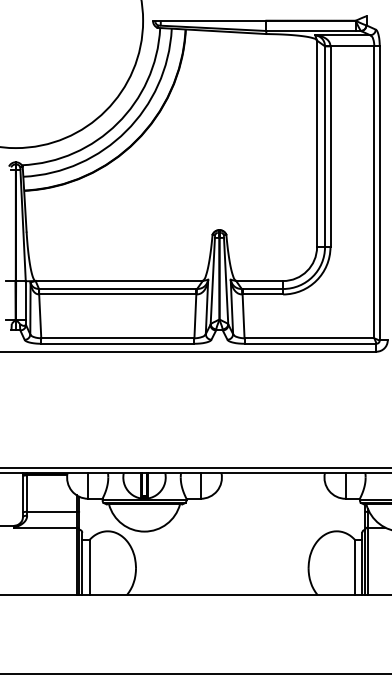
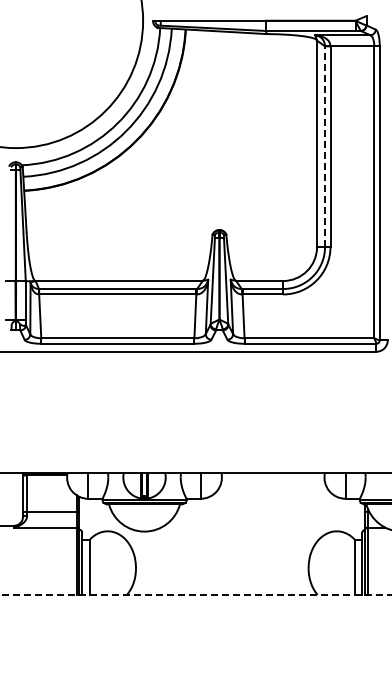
line at (325, 146): solid -> dashed
line at (195, 467): present -> none
line at (196, 594): solid -> dashed
line at (195, 674): present -> none
